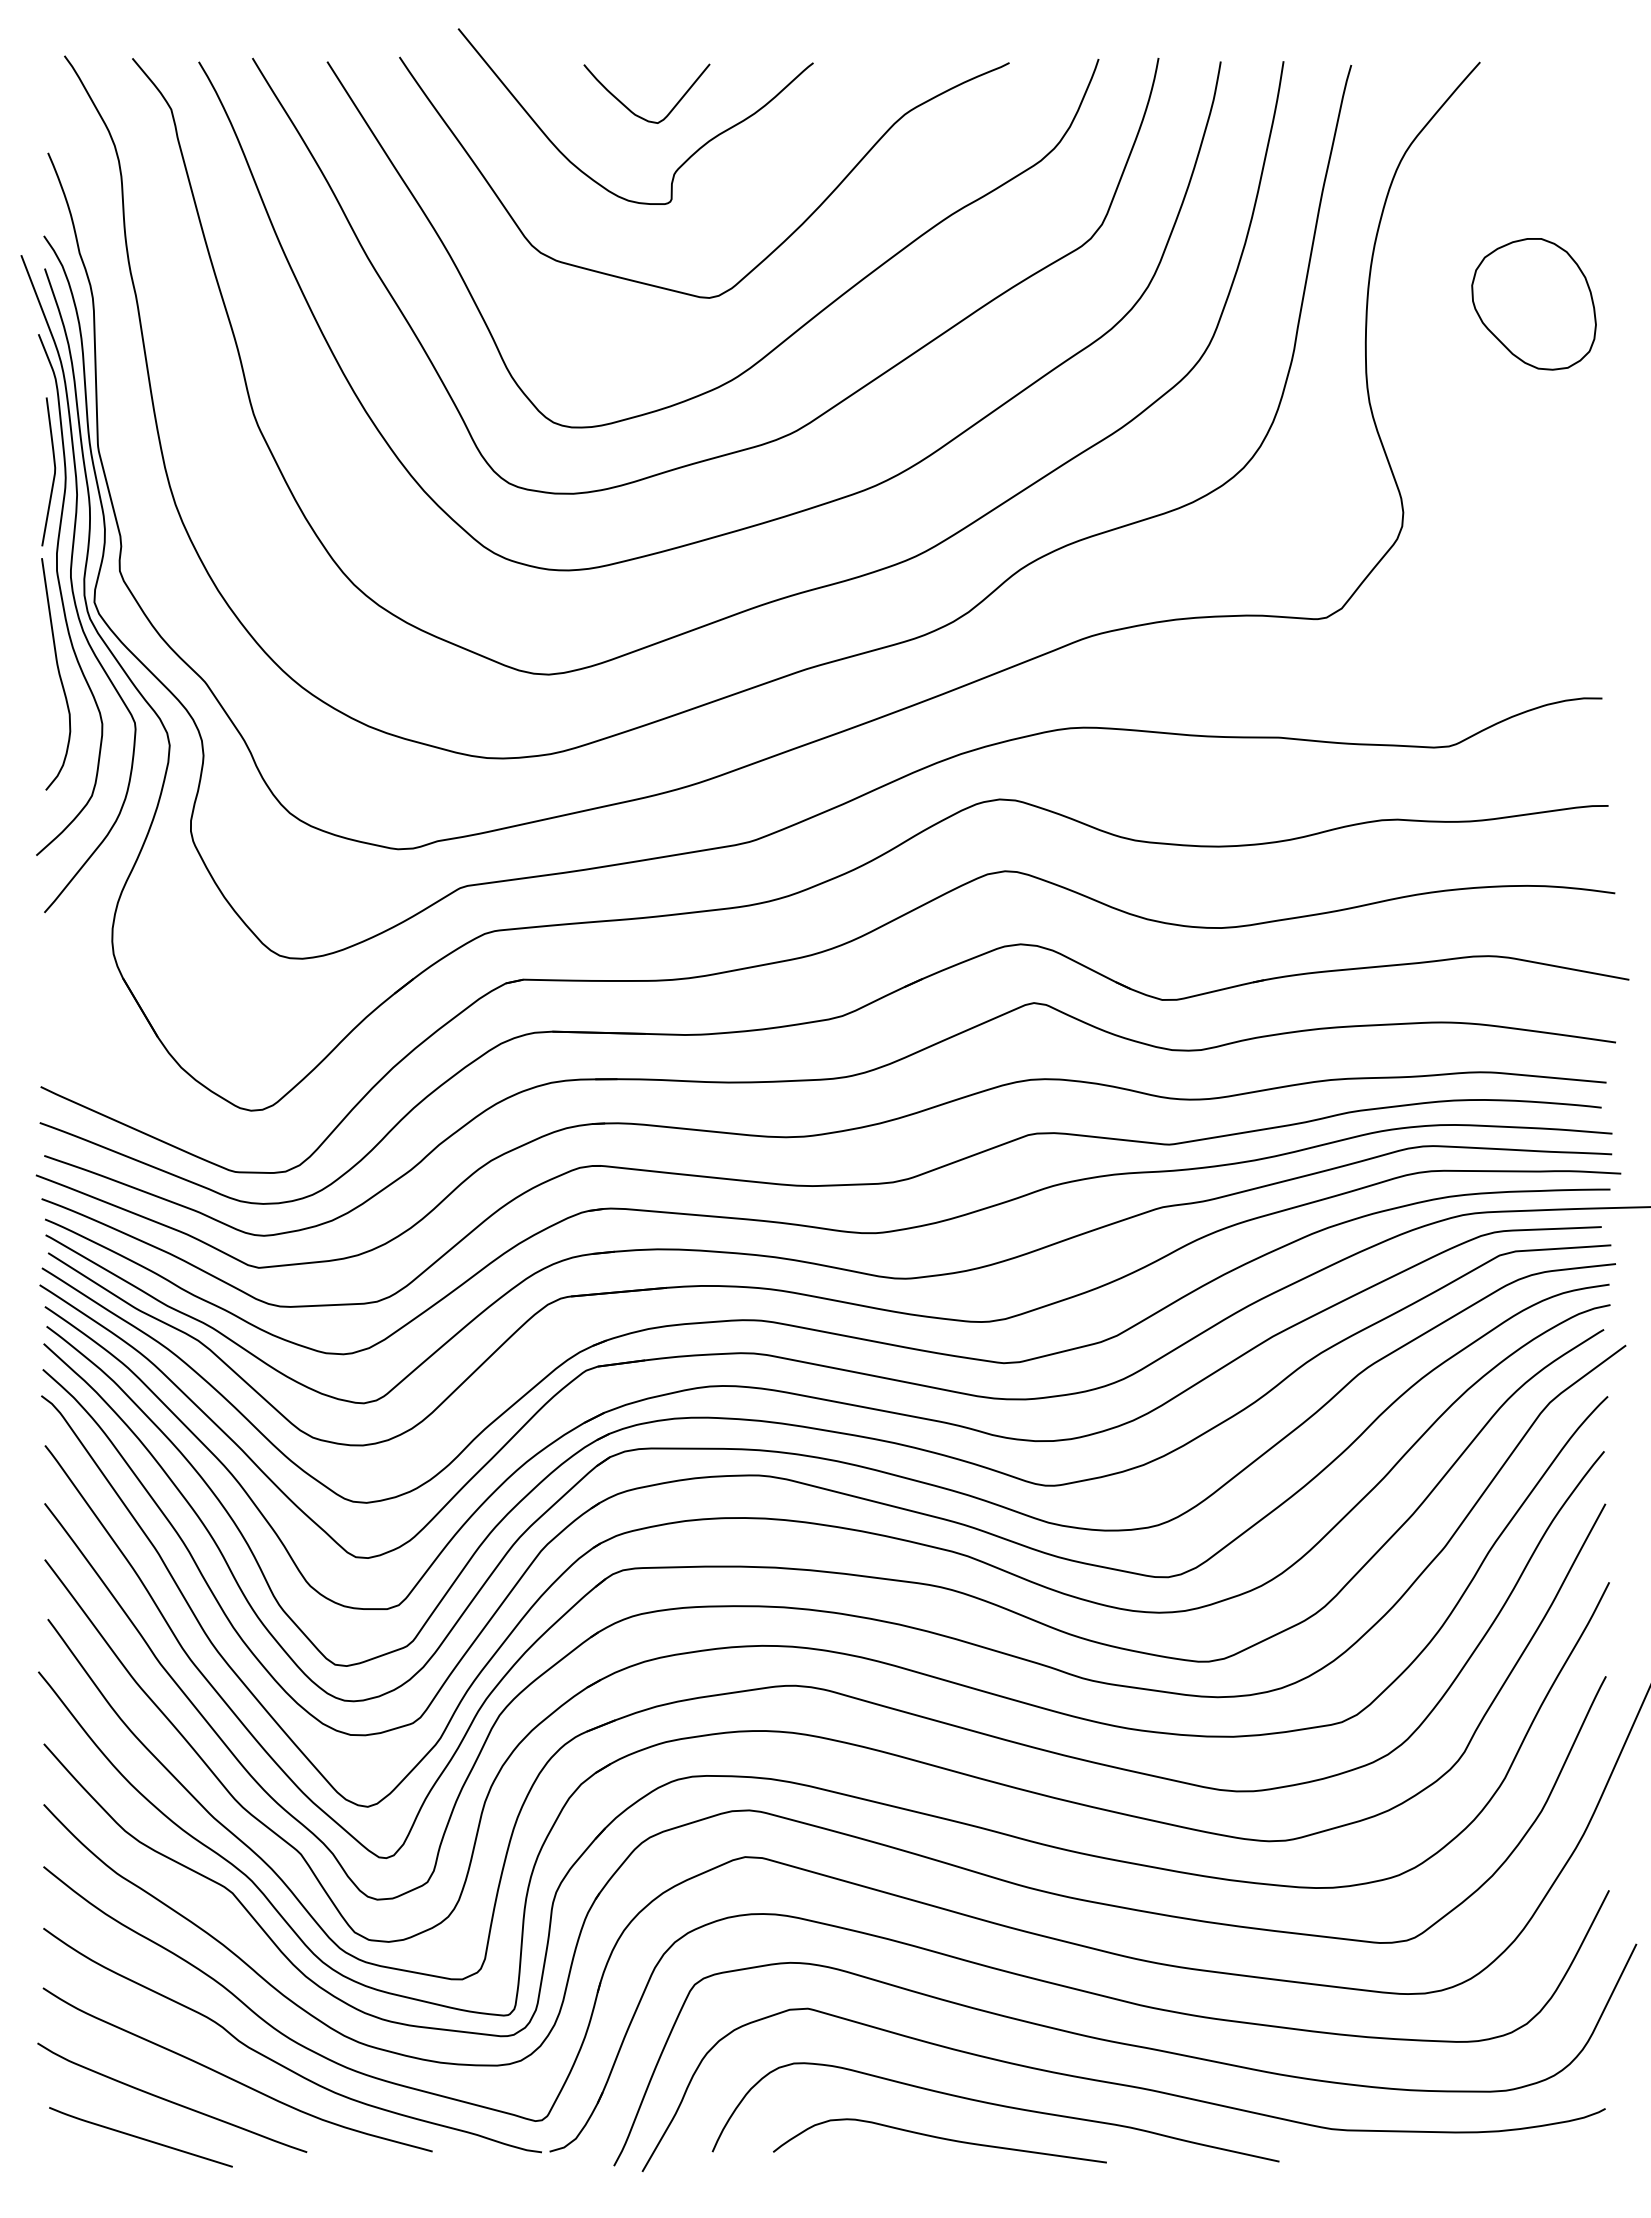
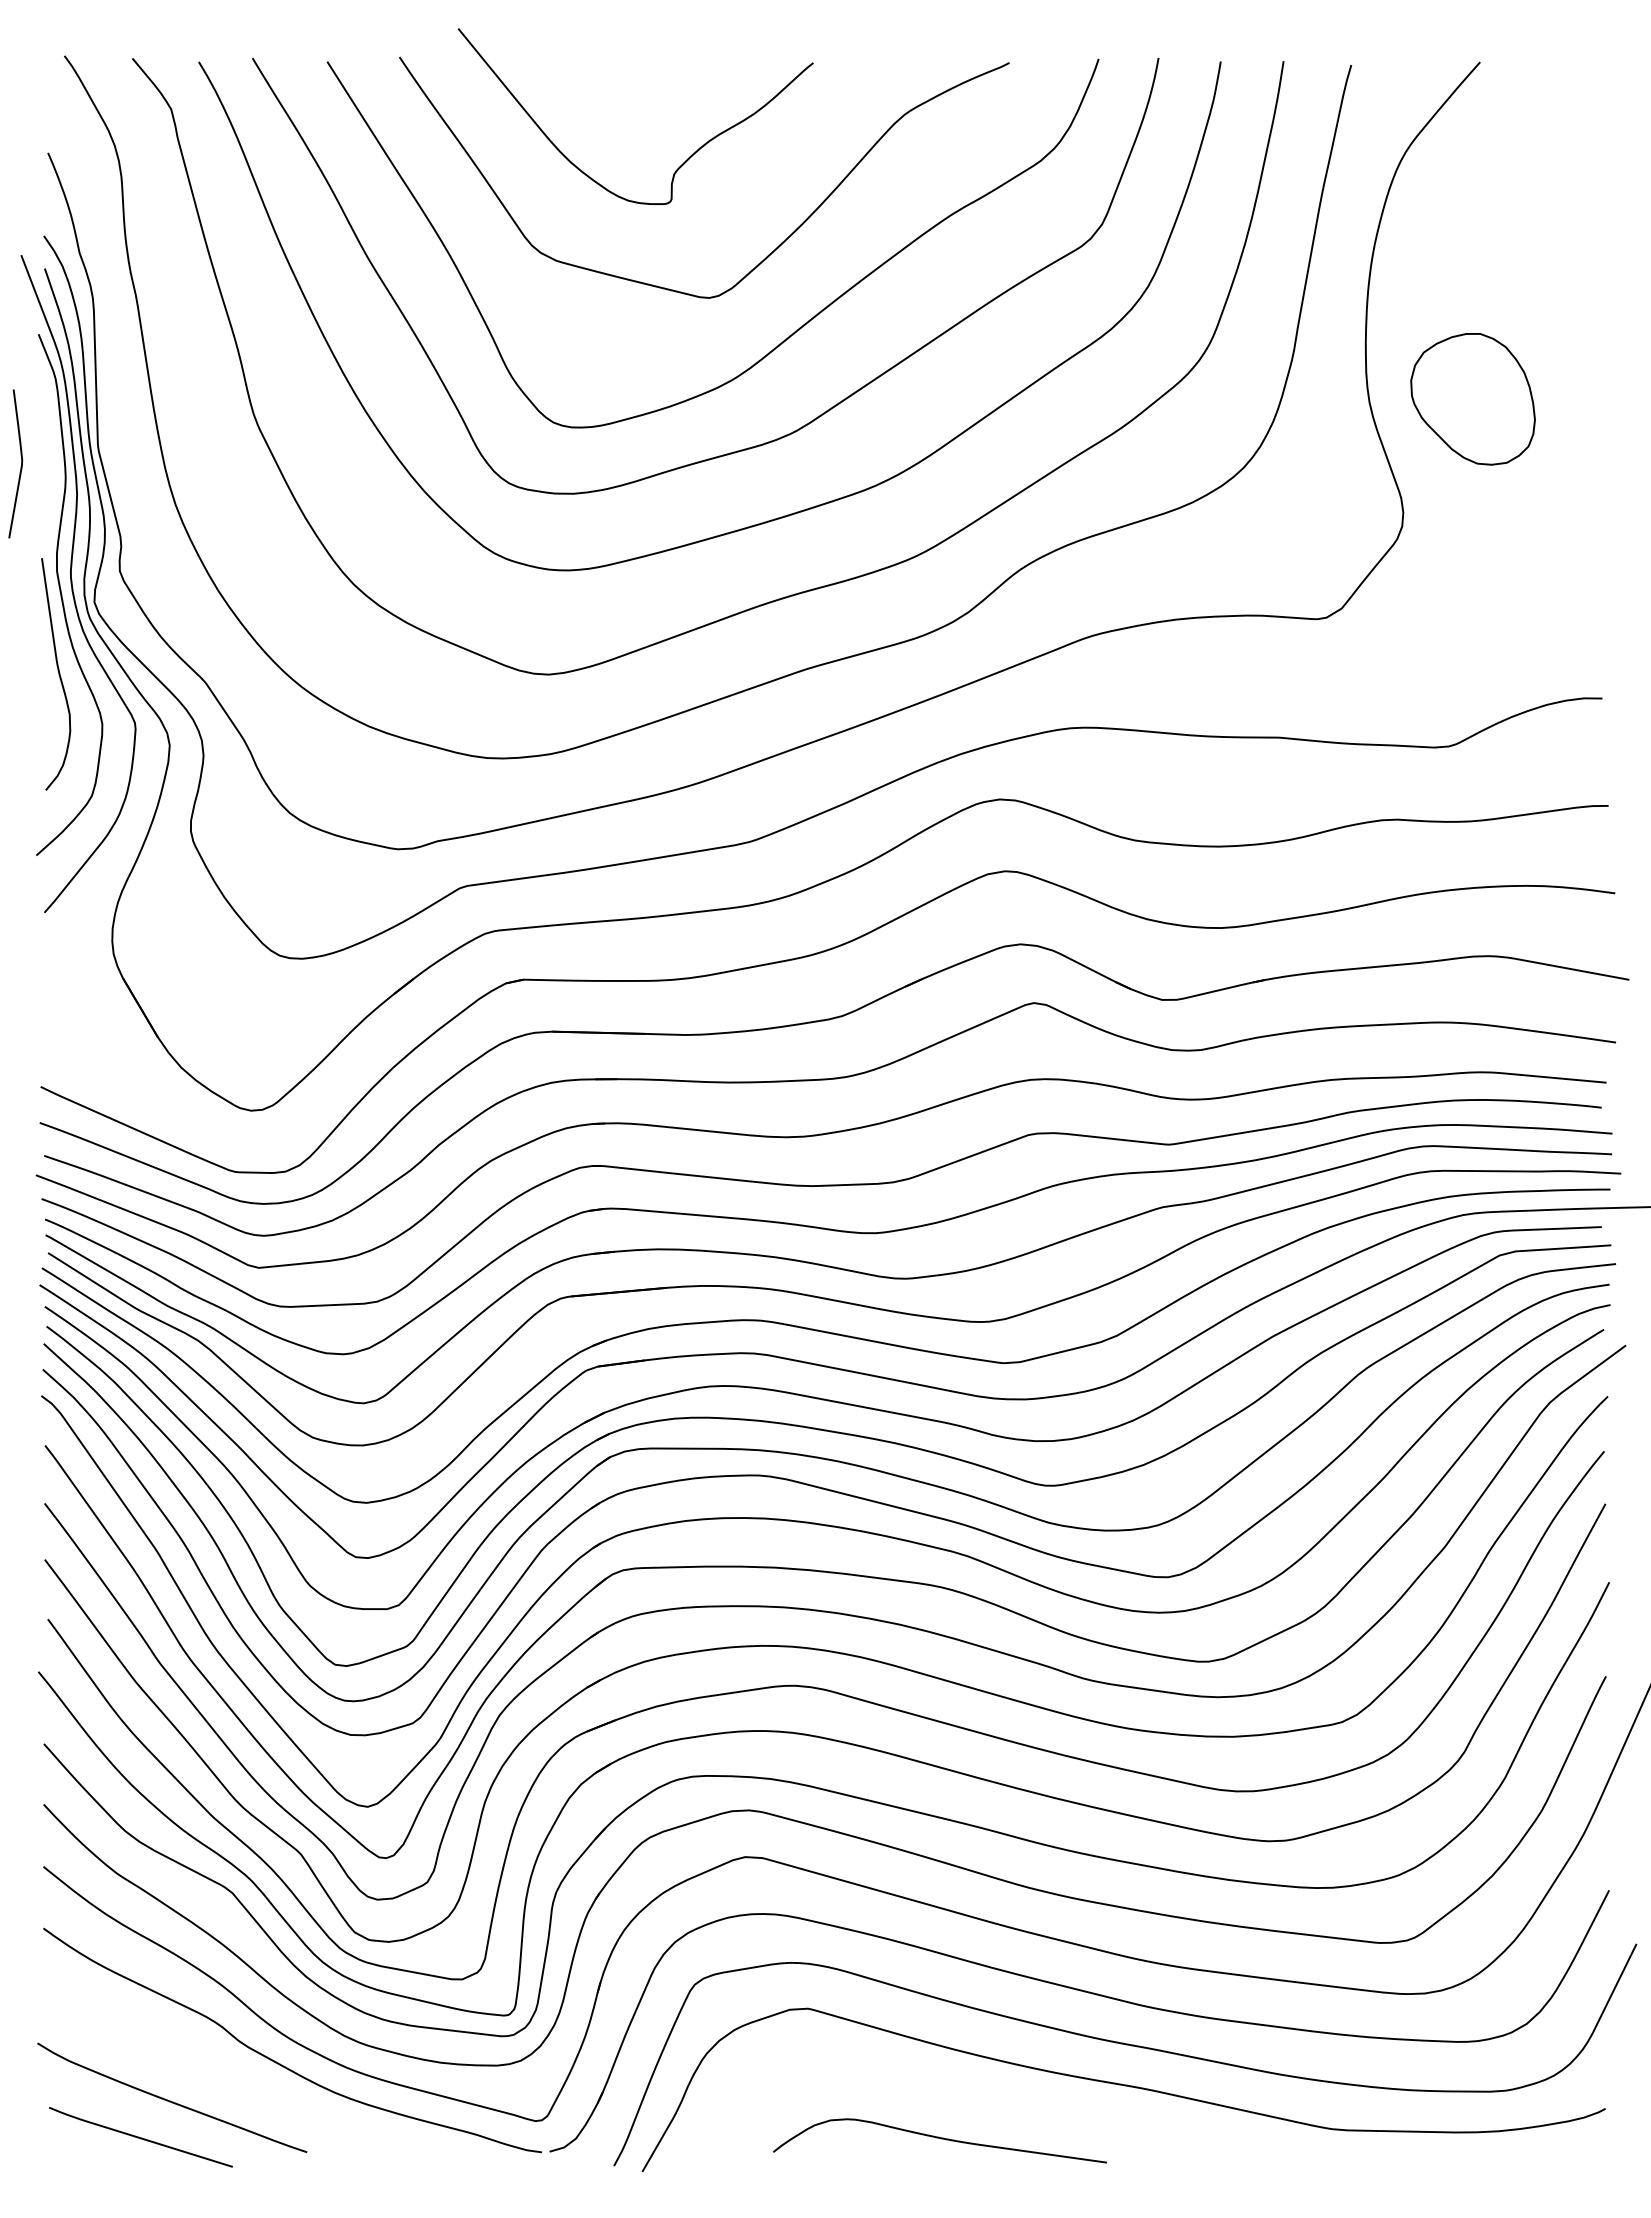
curve at (630, 109): present -> none
part at (1533, 304) position: (1533, 304) -> (1472, 399)
curve at (53, 474) position: (53, 474) -> (20, 466)
curve at (233, 2078): present -> none
curve at (995, 2105): present -> none
